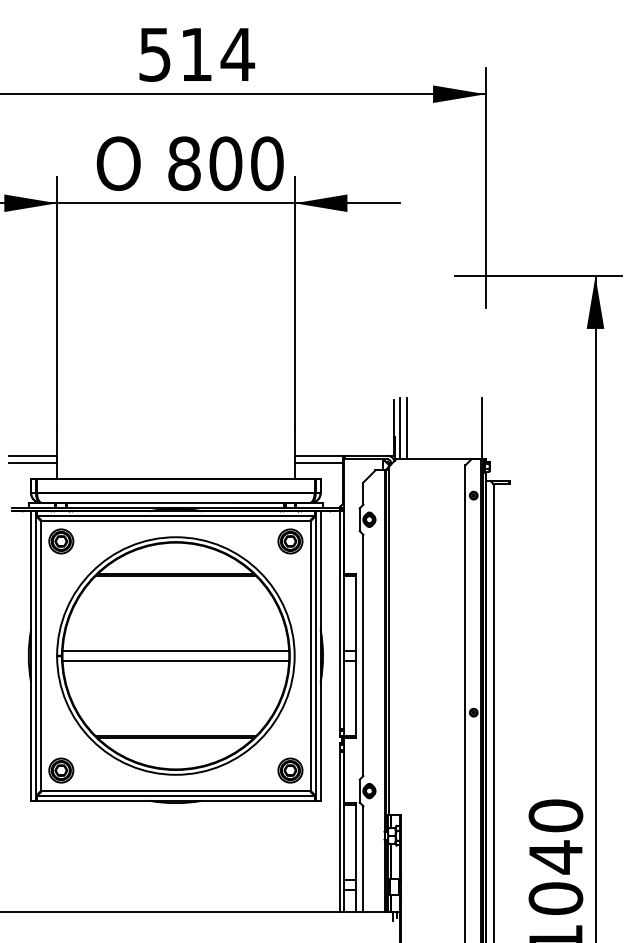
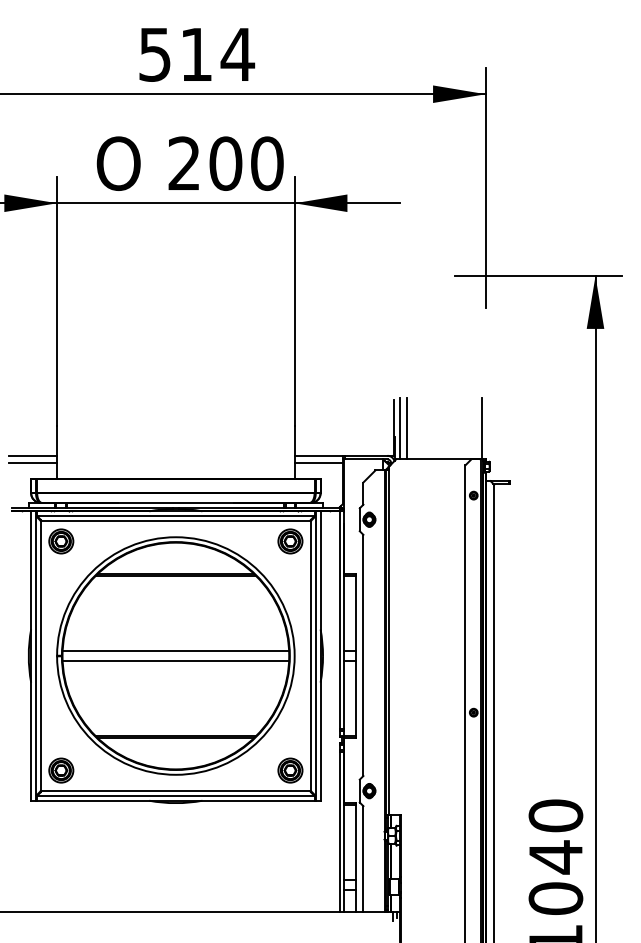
text at (184, 163): 800 -> 200
